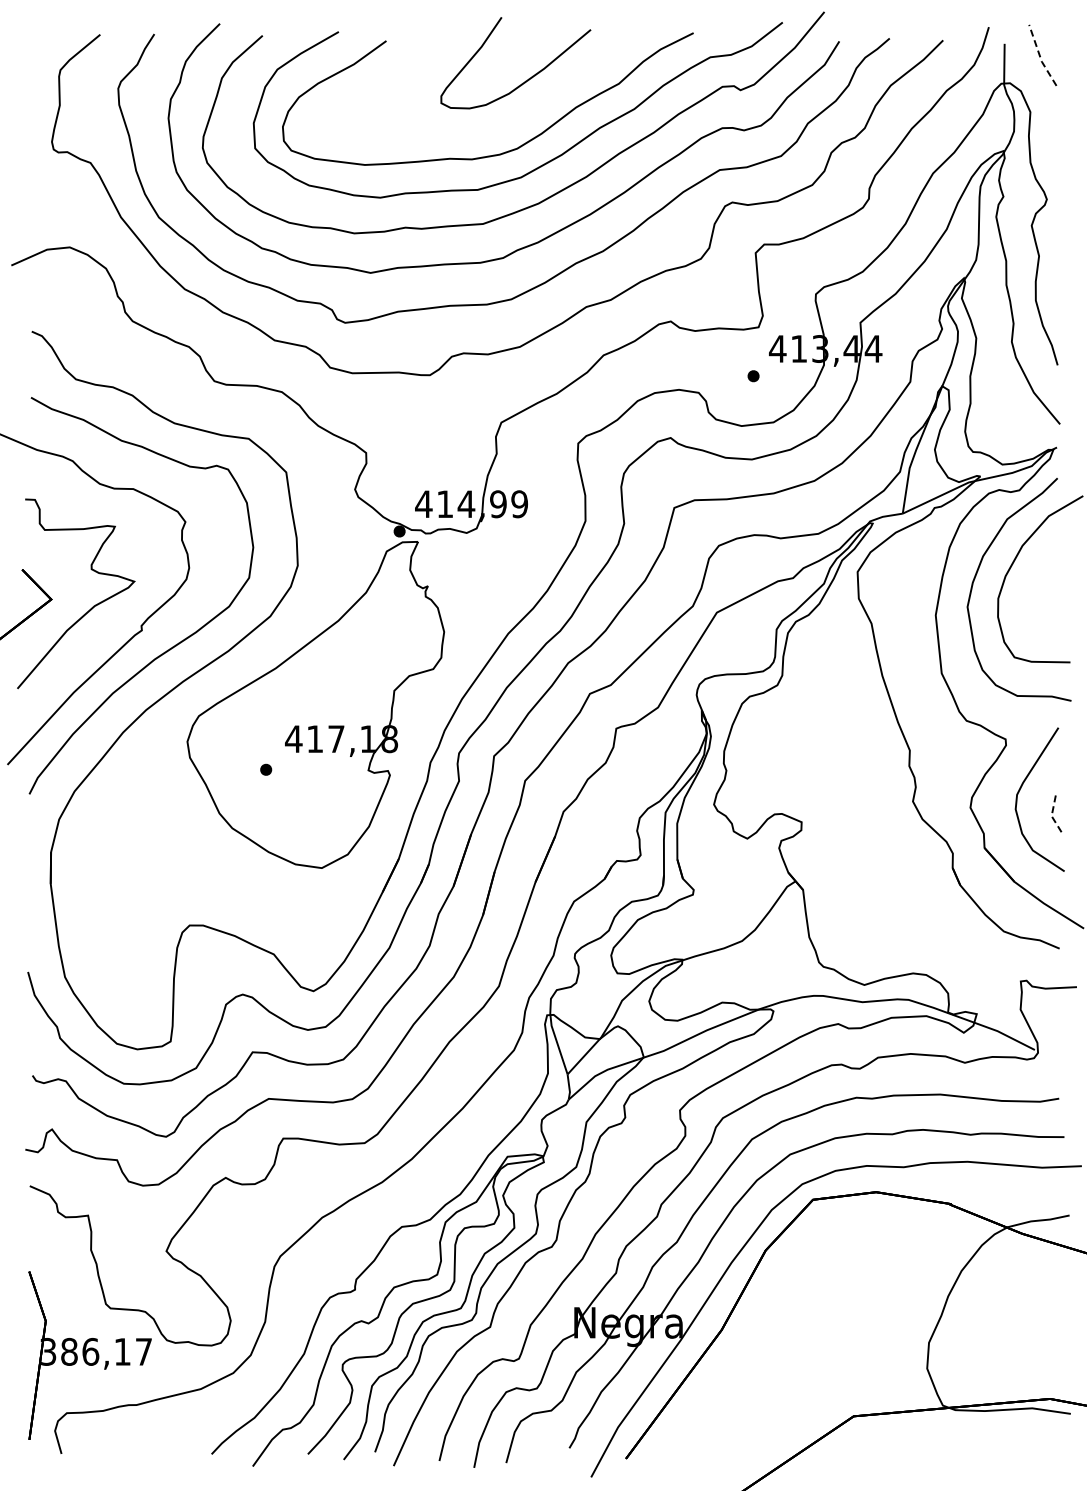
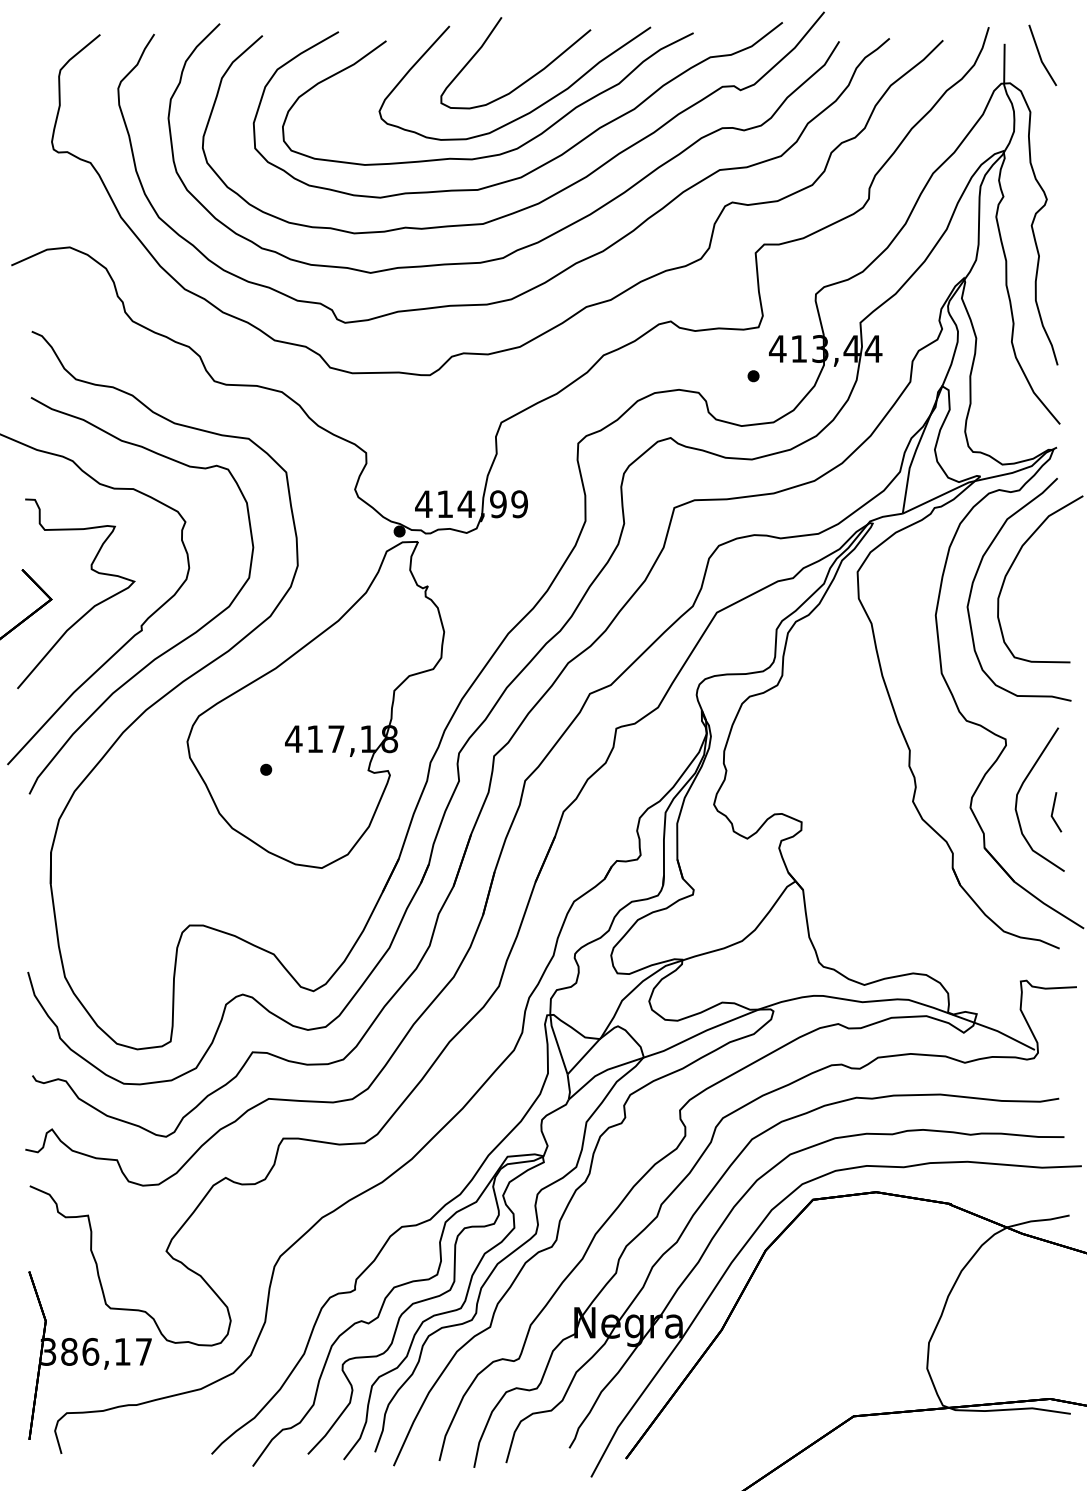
line at (1040, 57): dashed -> solid
curve at (531, 110): none -> present
line at (1052, 813): dashed -> solid
